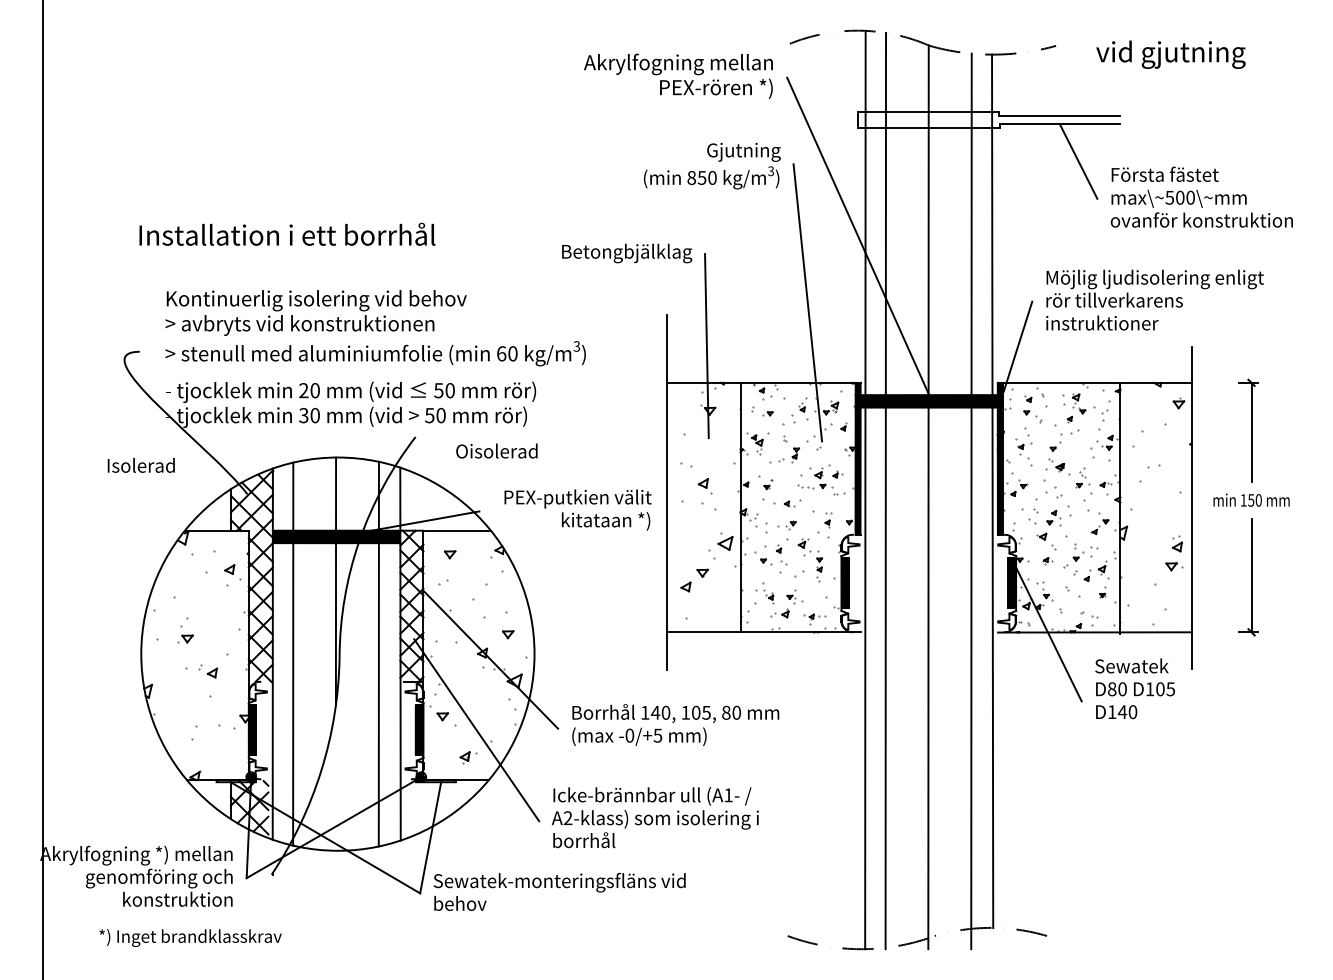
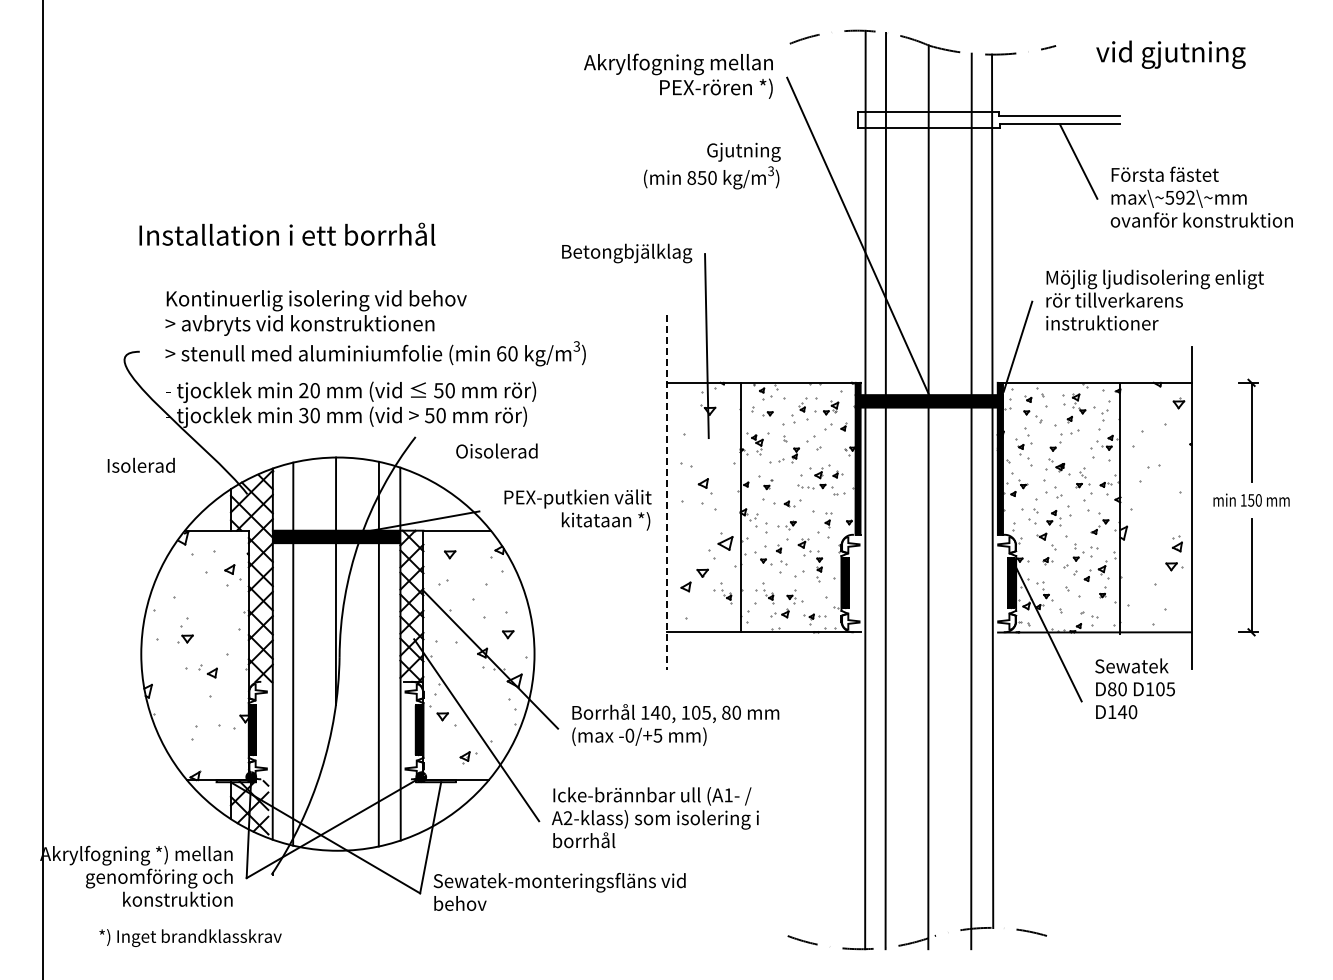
text at (1185, 197): 500 -> 592
line at (807, 302): present -> none
line at (667, 492): solid -> dashed
part at (722, 593): none -> present
